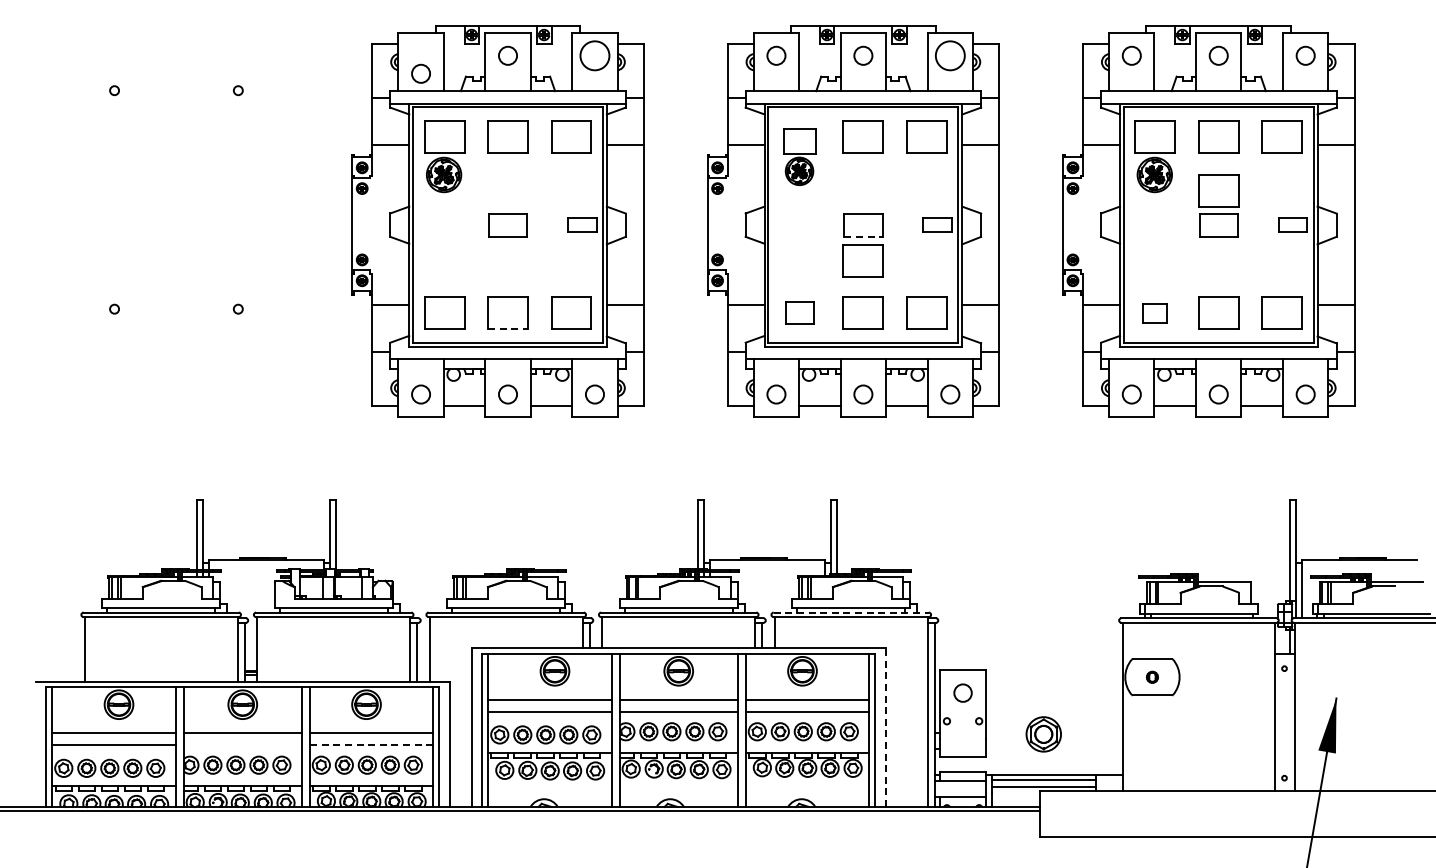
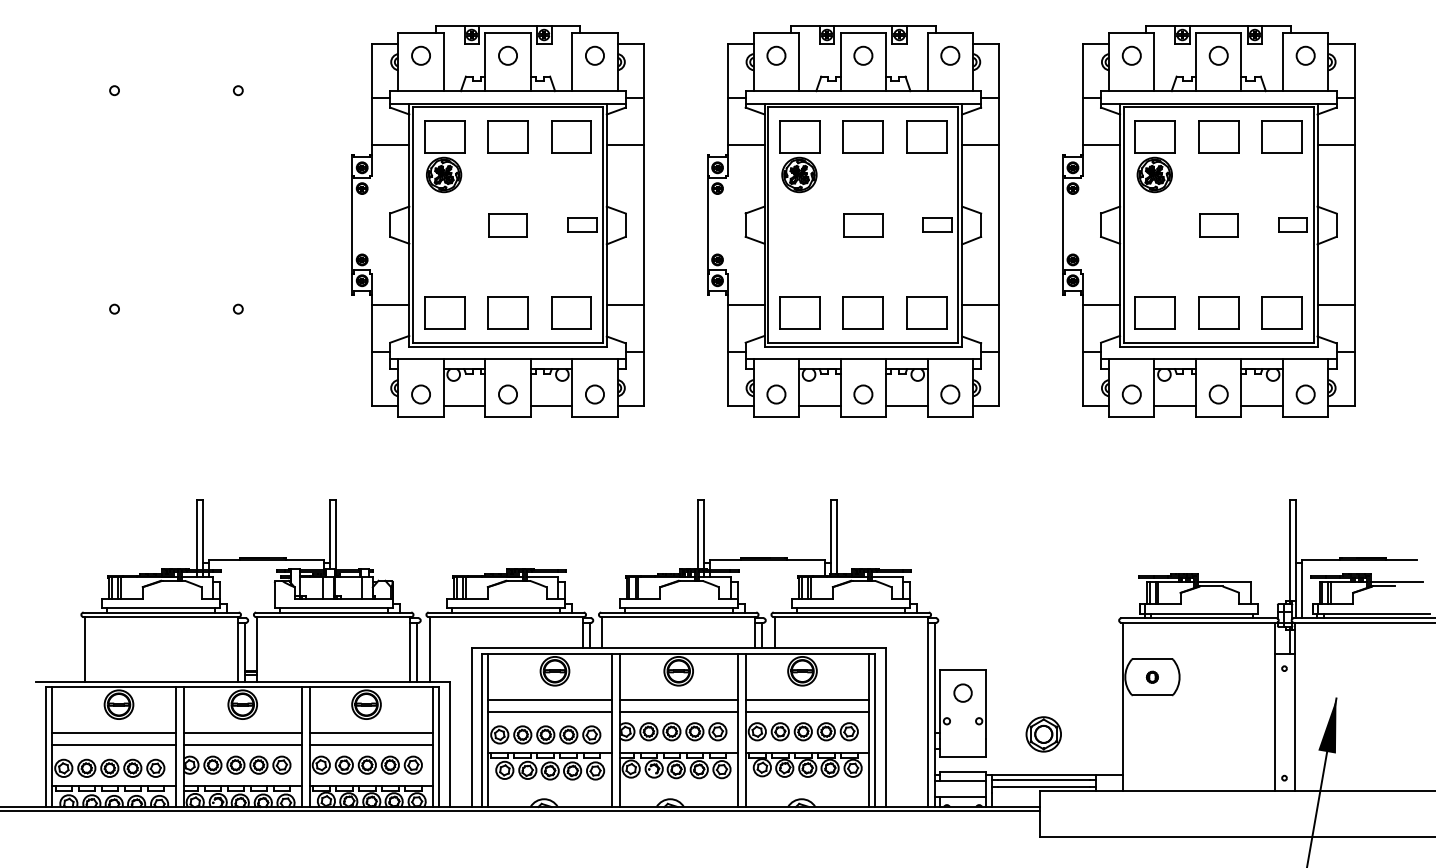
circle at (594, 55) diameter: 29 px -> 18 px
circle at (949, 55) diameter: 29 px -> 18 px
circle at (420, 73) position: (420, 73) -> (420, 55)
part at (799, 156) size: 34x58 px -> 42x74 px
part at (1218, 190): present -> none
line at (863, 236): dashed -> solid
part at (862, 260): present -> none
part at (799, 312) size: 30x24 px -> 42x34 px
part at (1154, 313) size: 26x21 px -> 42x34 px
line at (508, 328): dashed -> solid
line at (851, 612): dashed -> solid
line at (885, 727): dashed -> solid
line at (242, 744): none -> present
line at (371, 744): dashed -> solid
